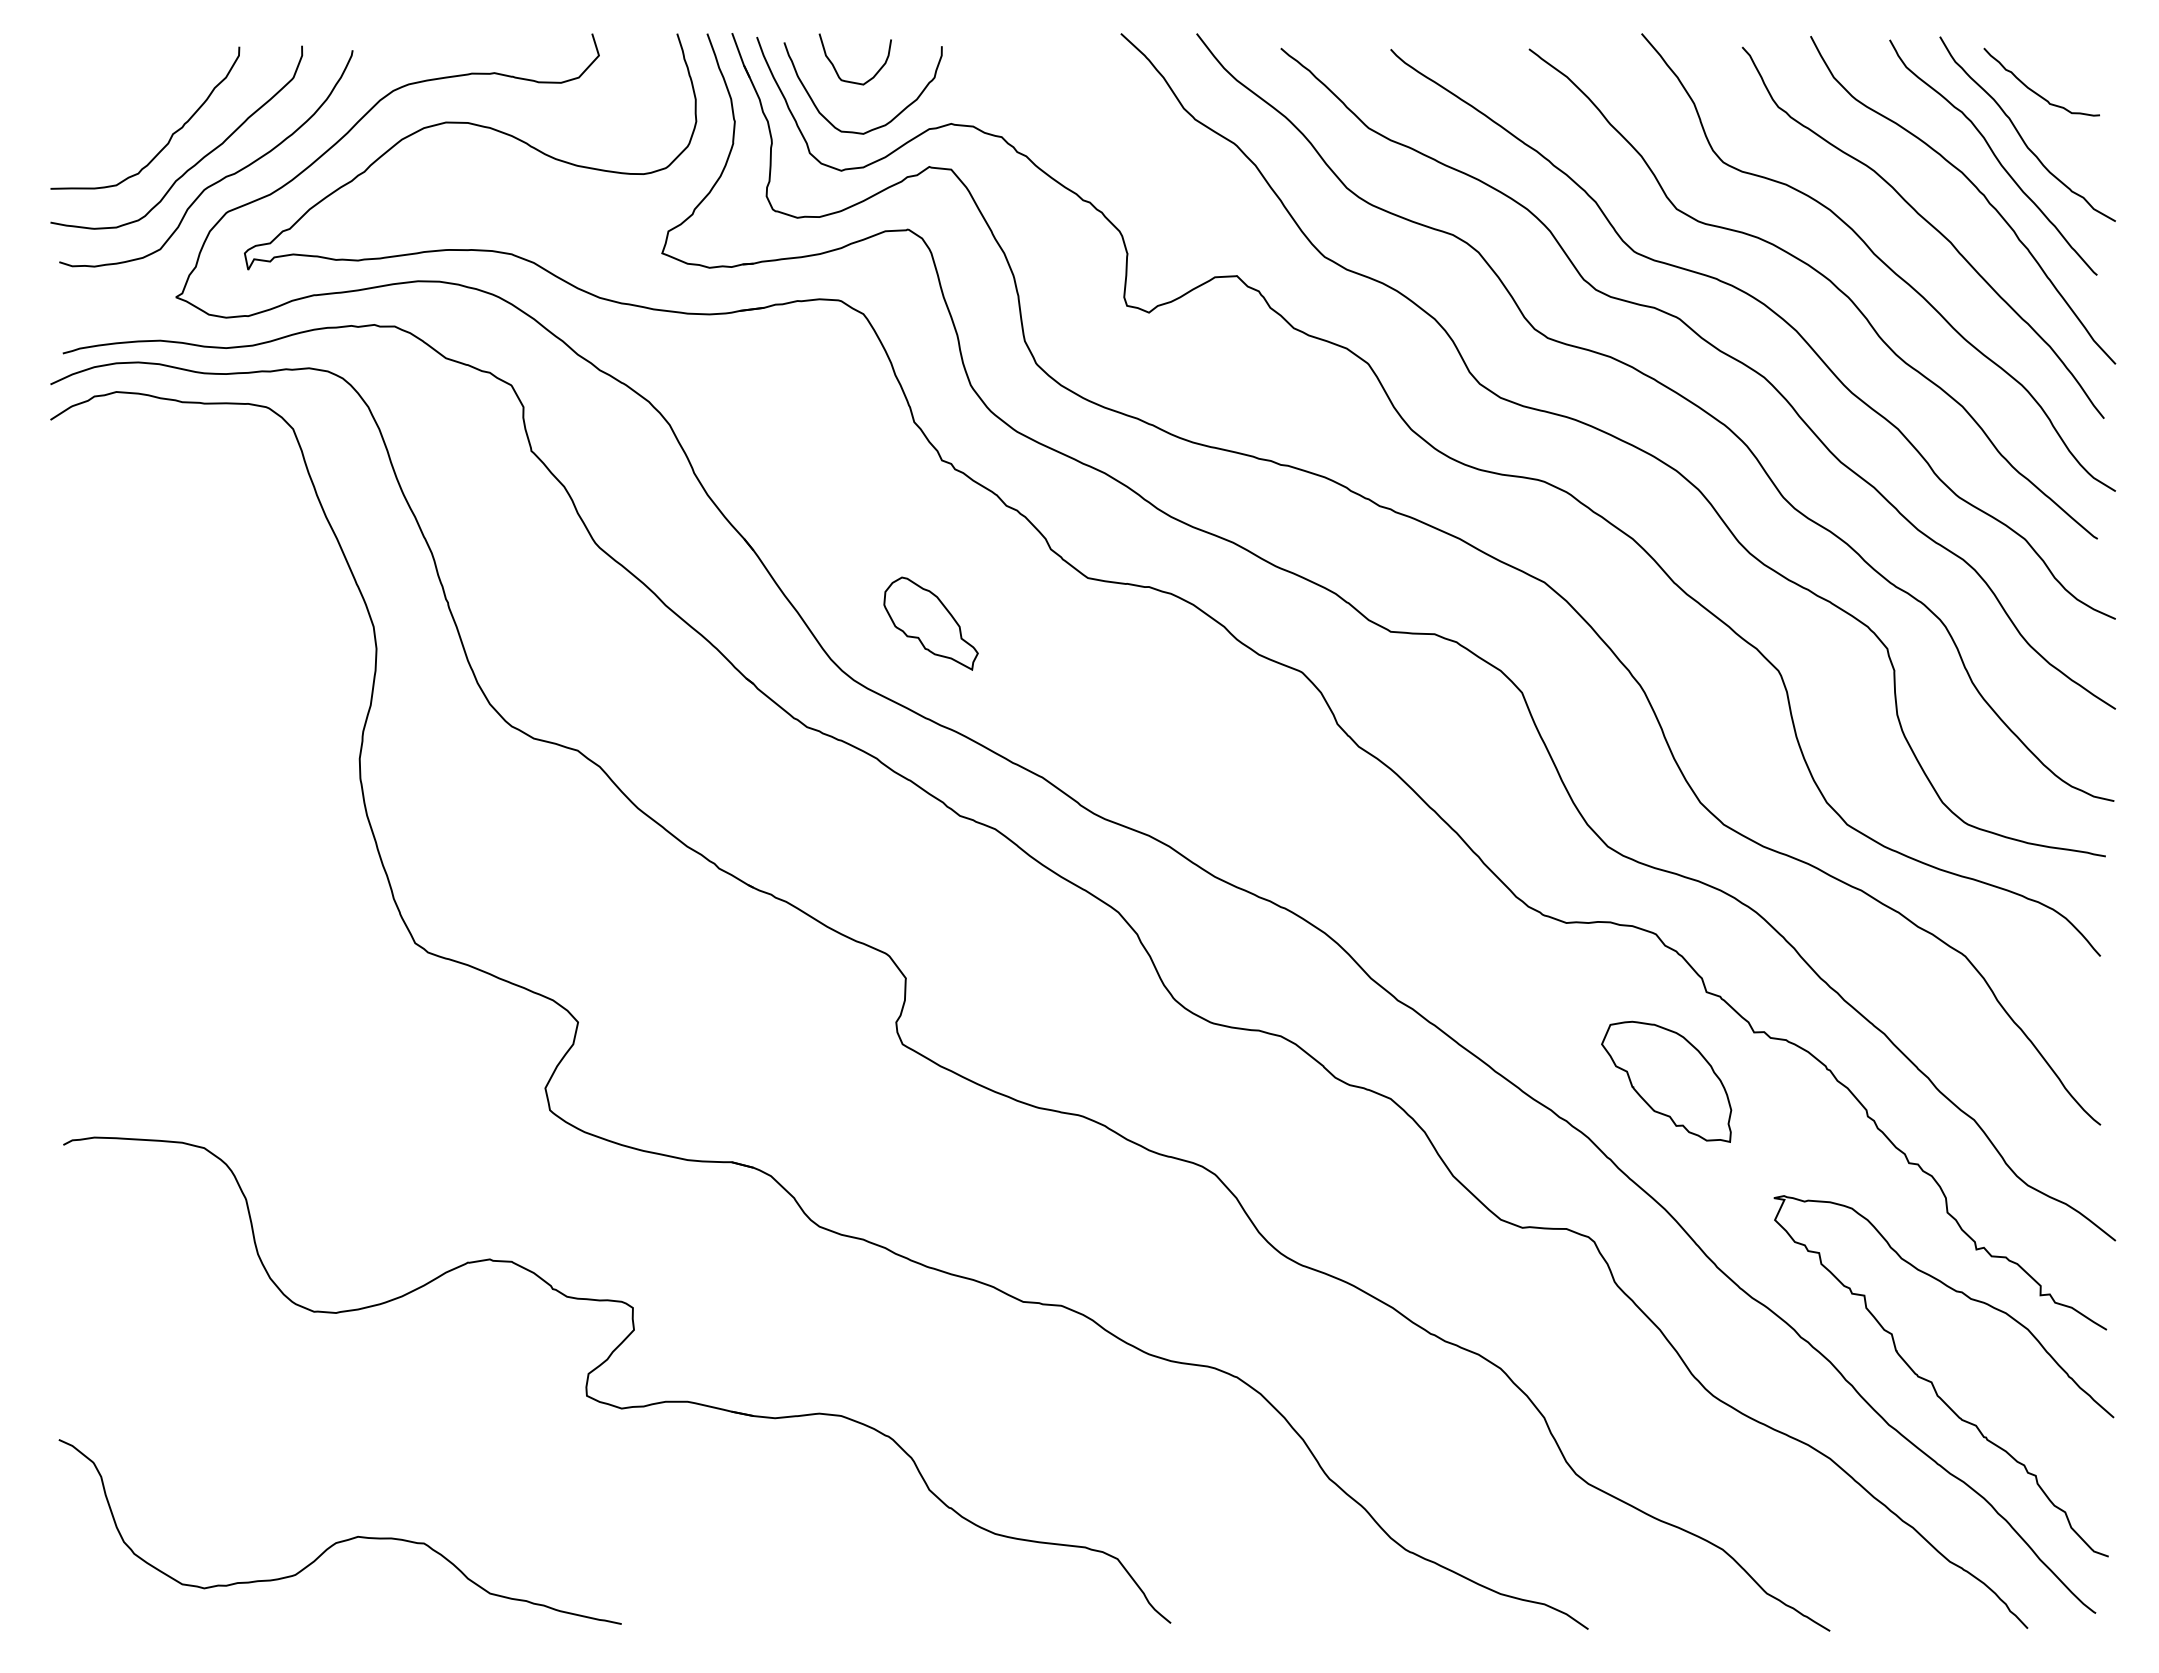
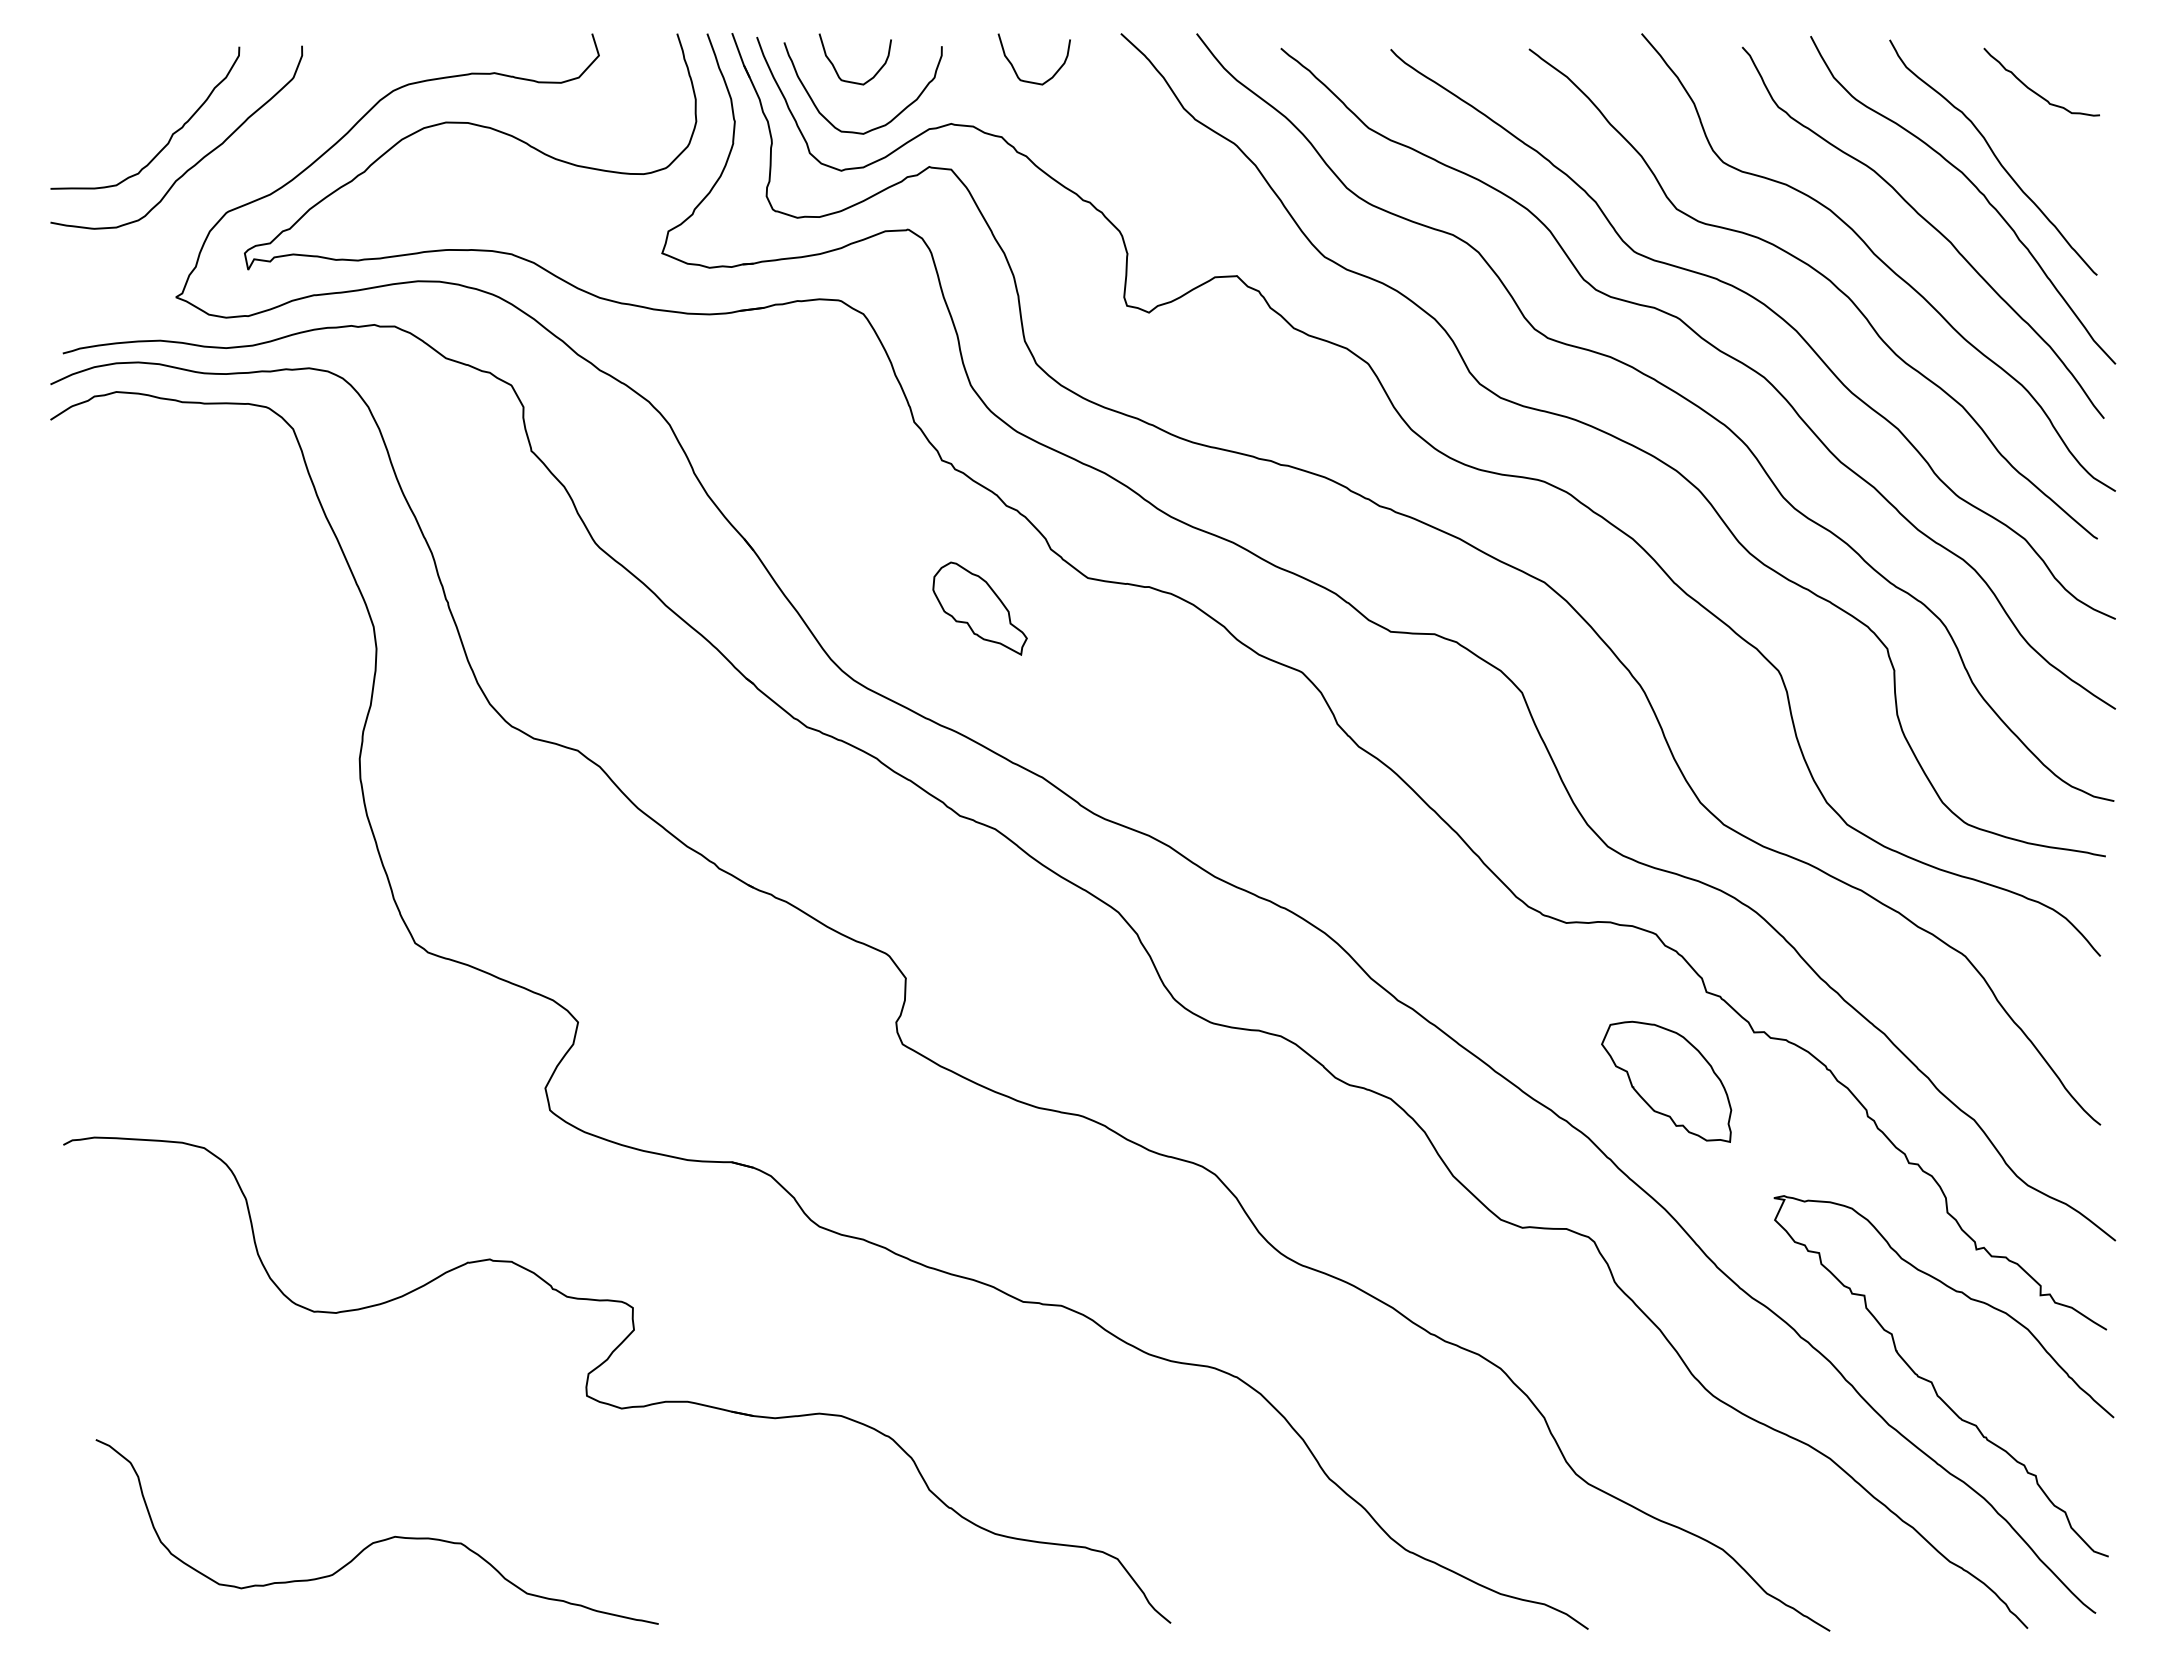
curve at (1015, 69): none -> present
curve at (2019, 132): present -> none
curve at (221, 178): present -> none
part at (930, 623) position: (930, 623) -> (979, 608)
curve at (341, 1540) position: (341, 1540) -> (378, 1540)
